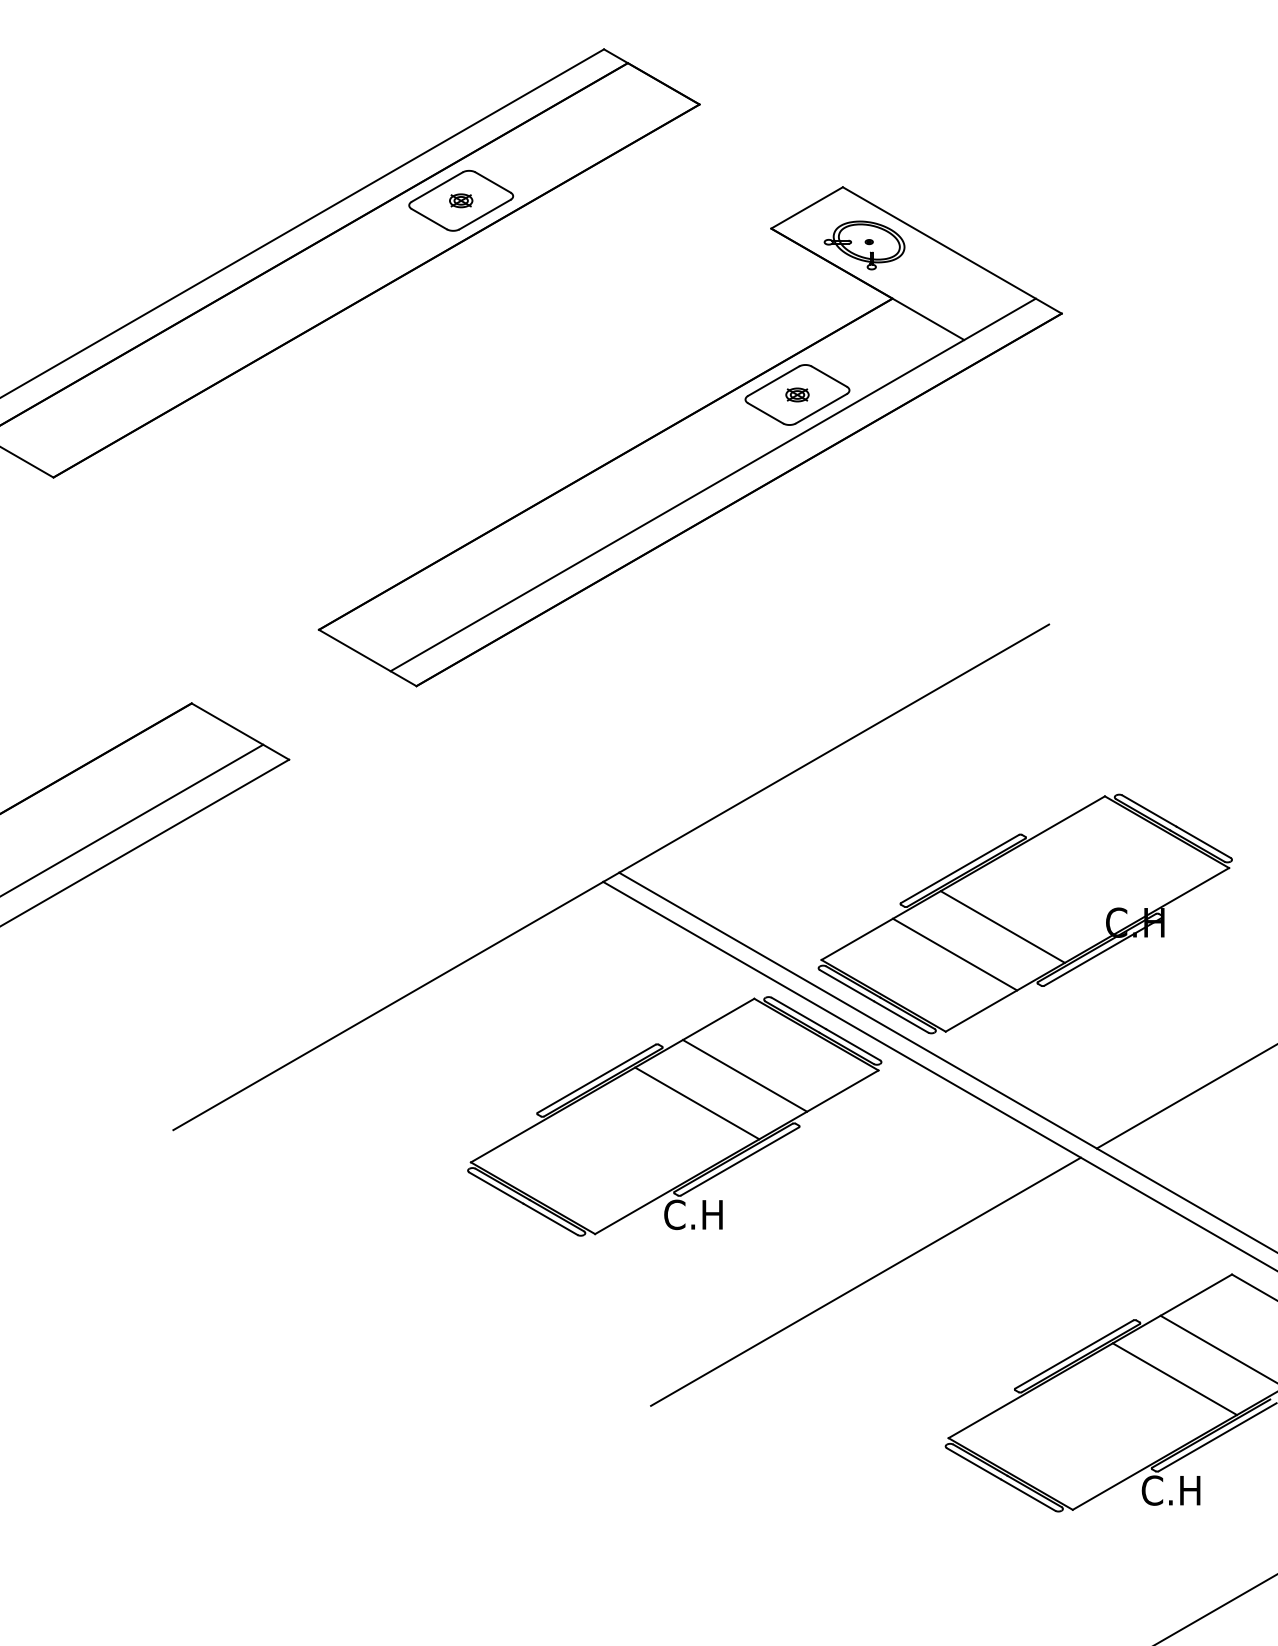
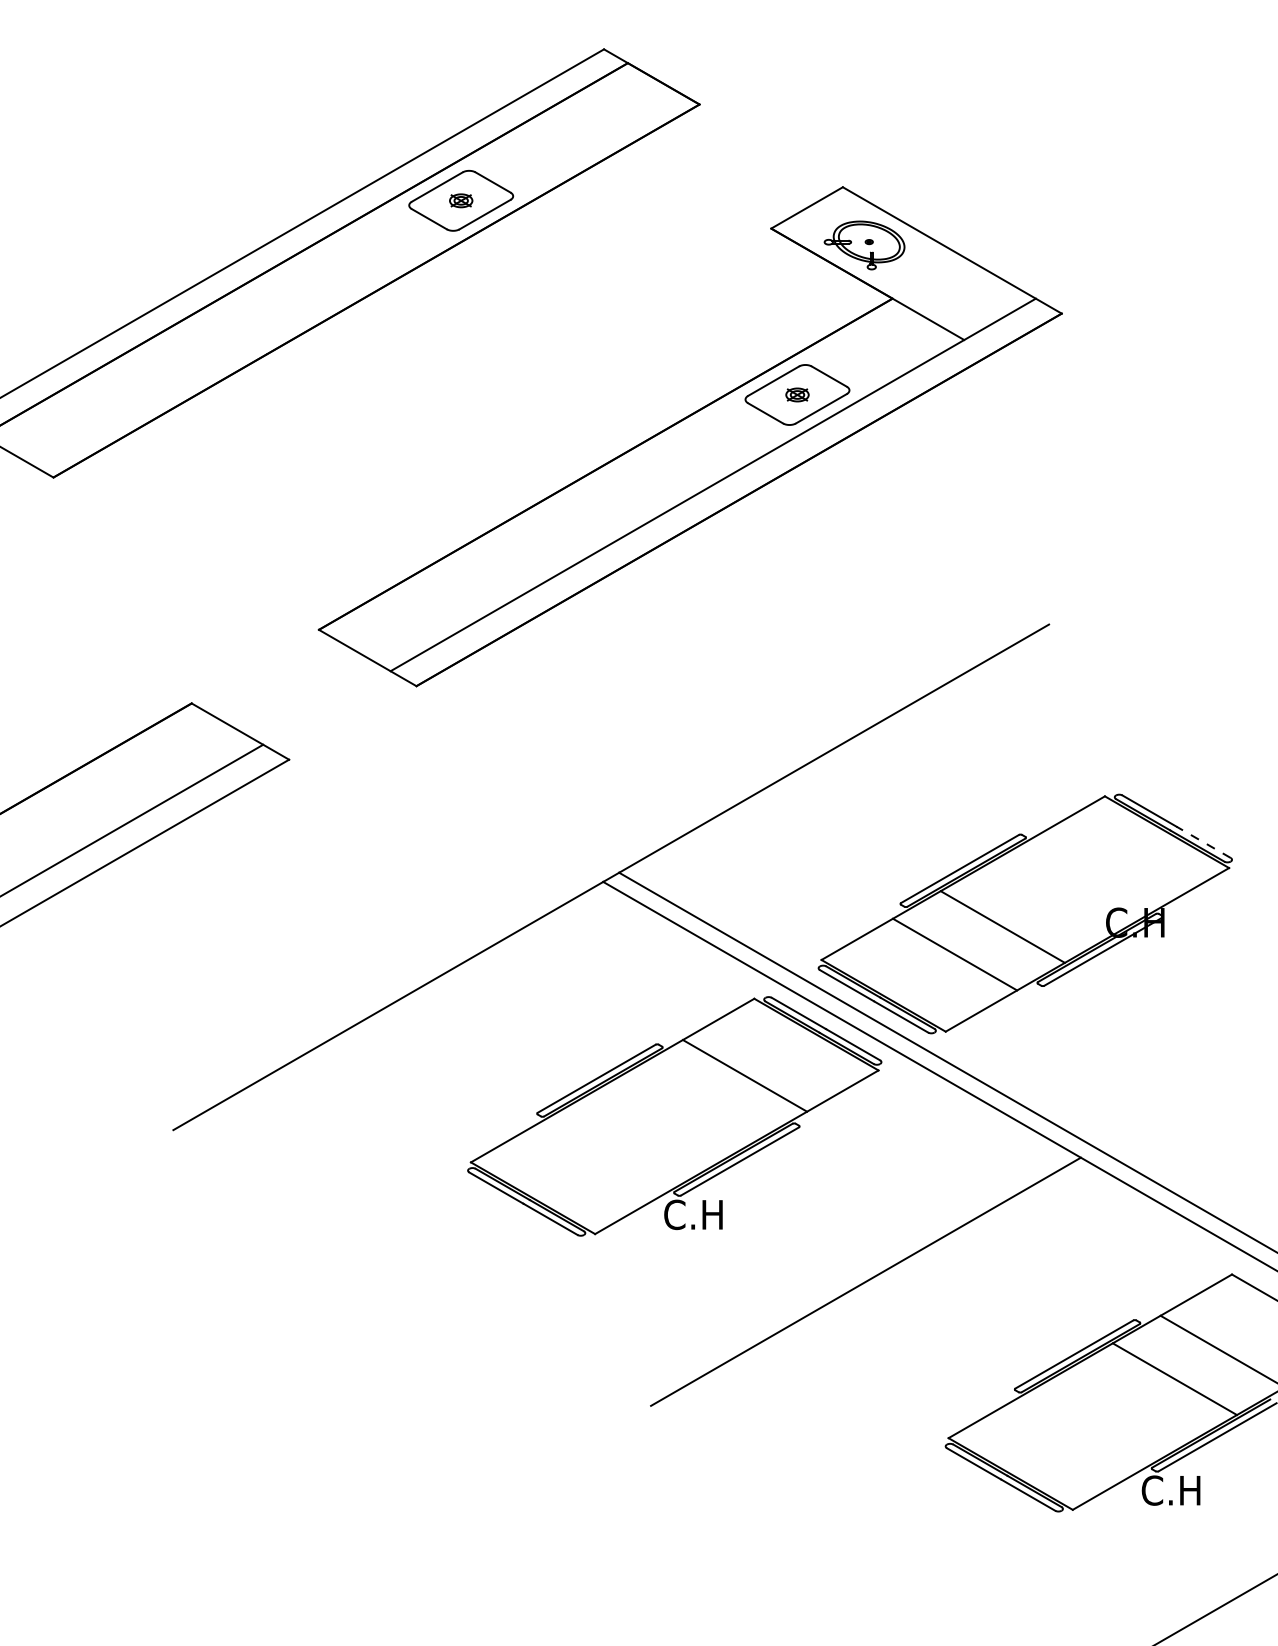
line at (1203, 842): solid -> dashed
line at (1185, 1096): present -> none
line at (697, 1103): present -> none
